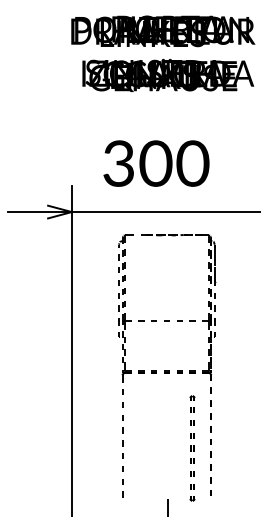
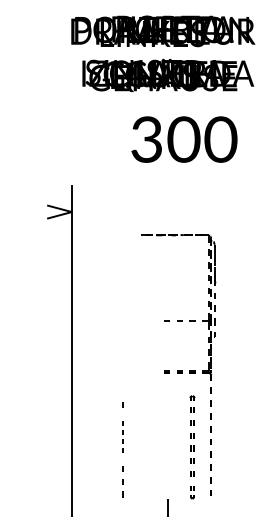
text at (156, 163) position: (156, 163) -> (184, 139)
line at (132, 212): present -> none
part at (138, 320): present -> none
part at (122, 436) size: 2x44 px -> 2x32 px
part at (192, 492) size: 7x18 px -> 5x14 px
